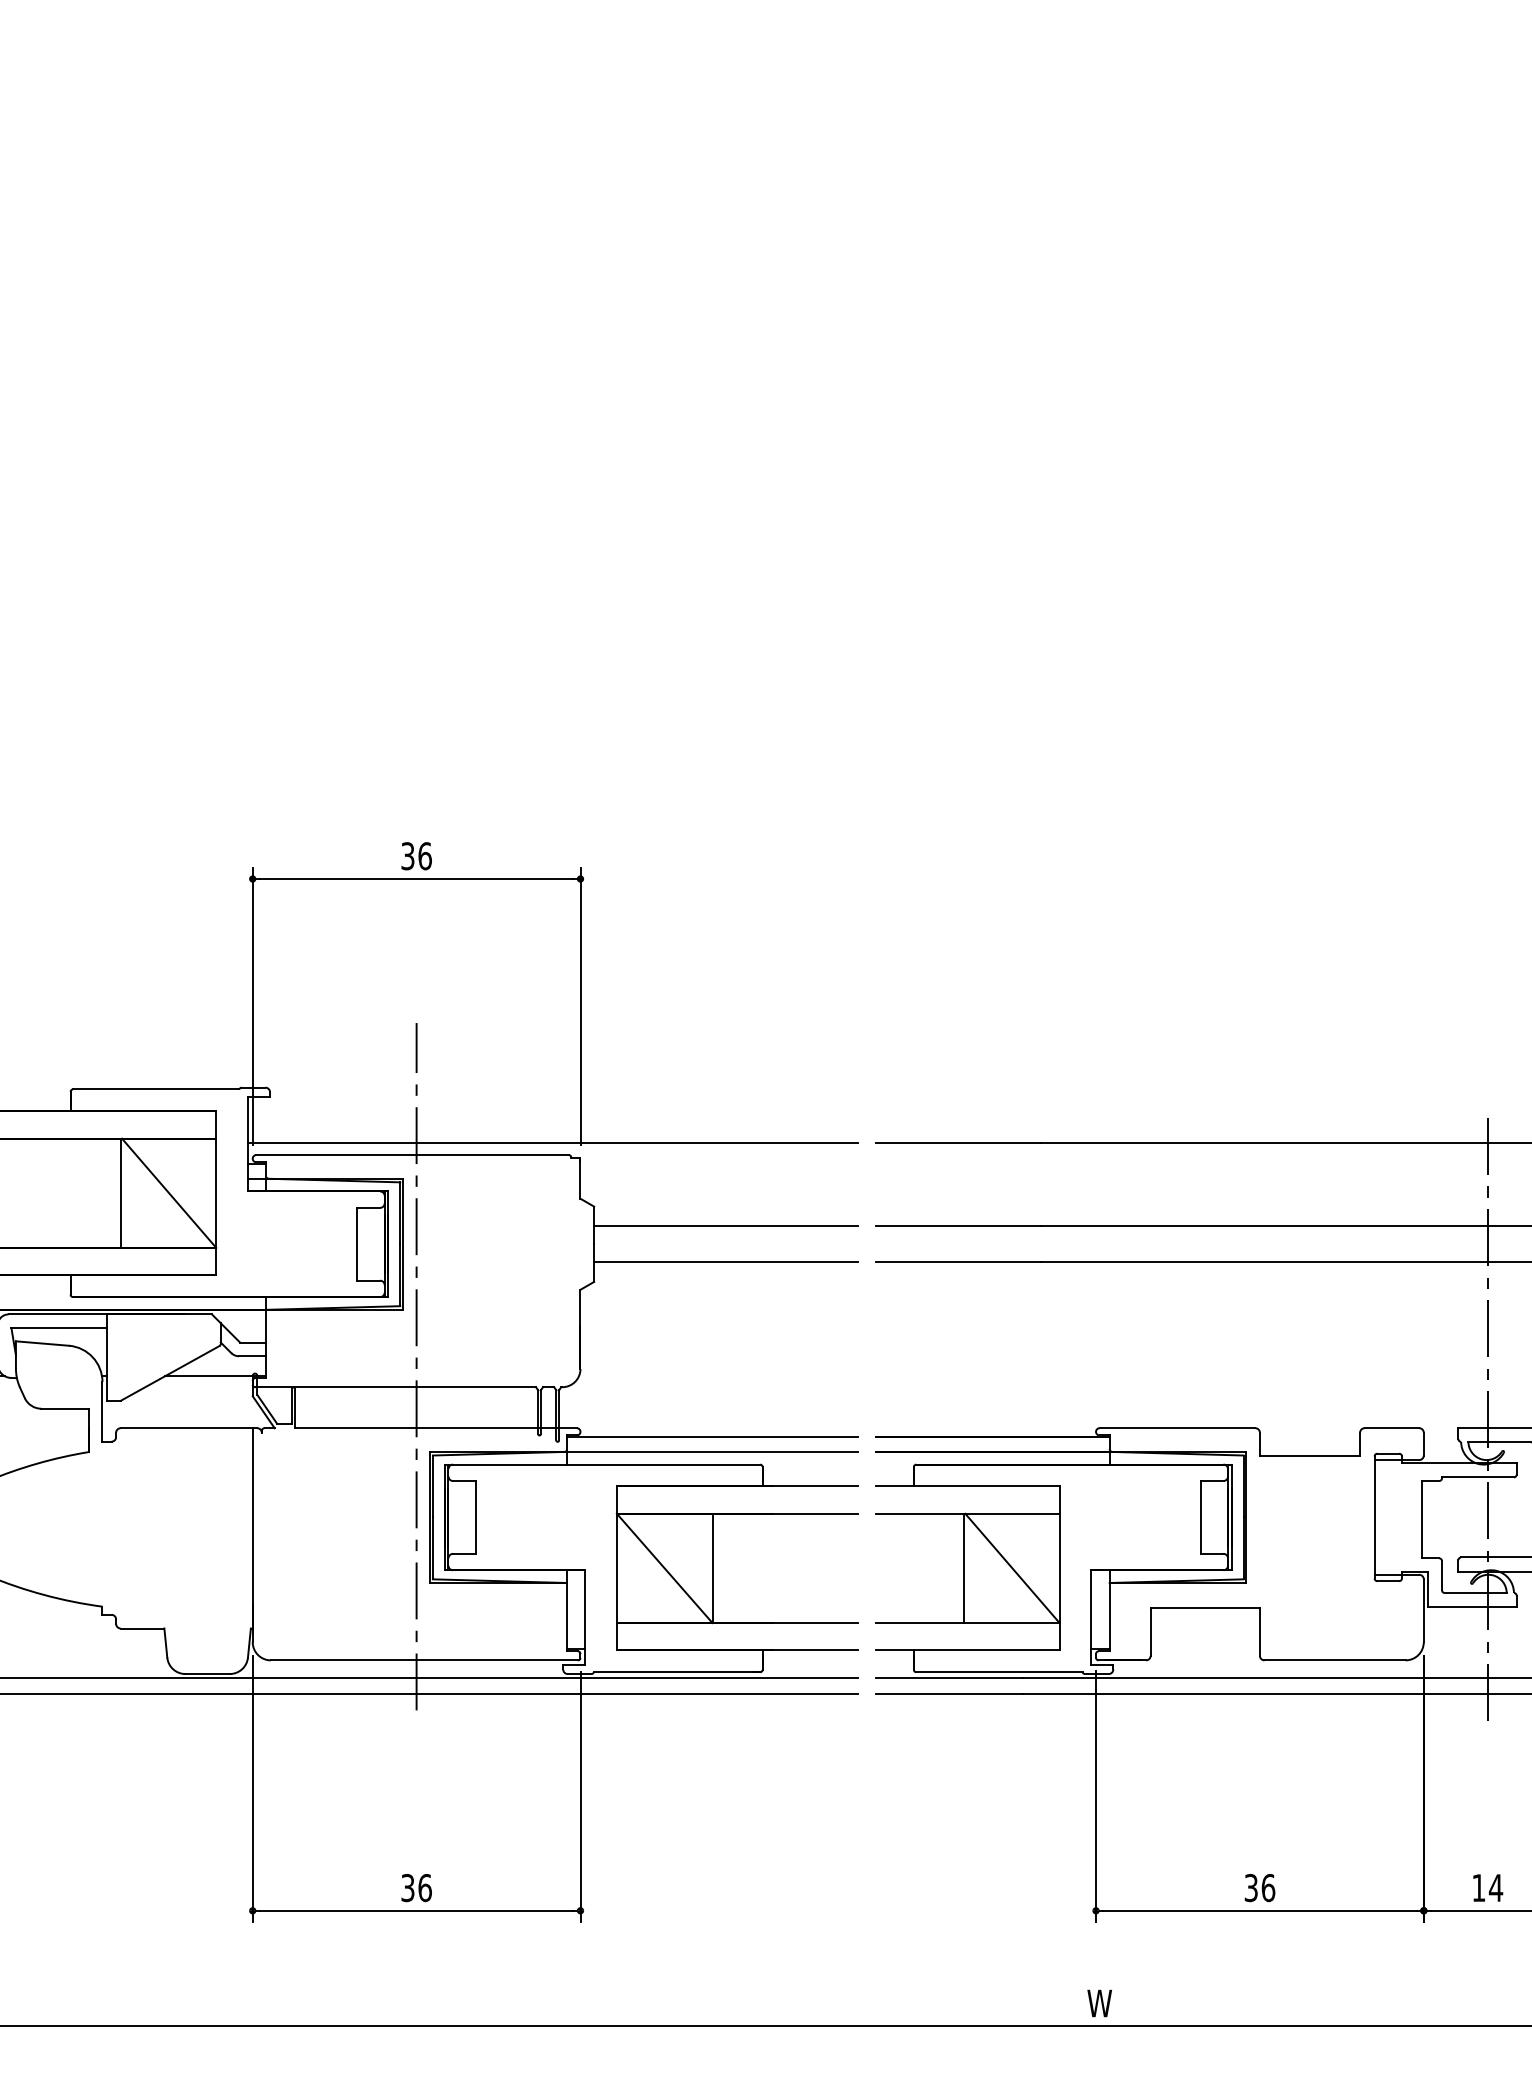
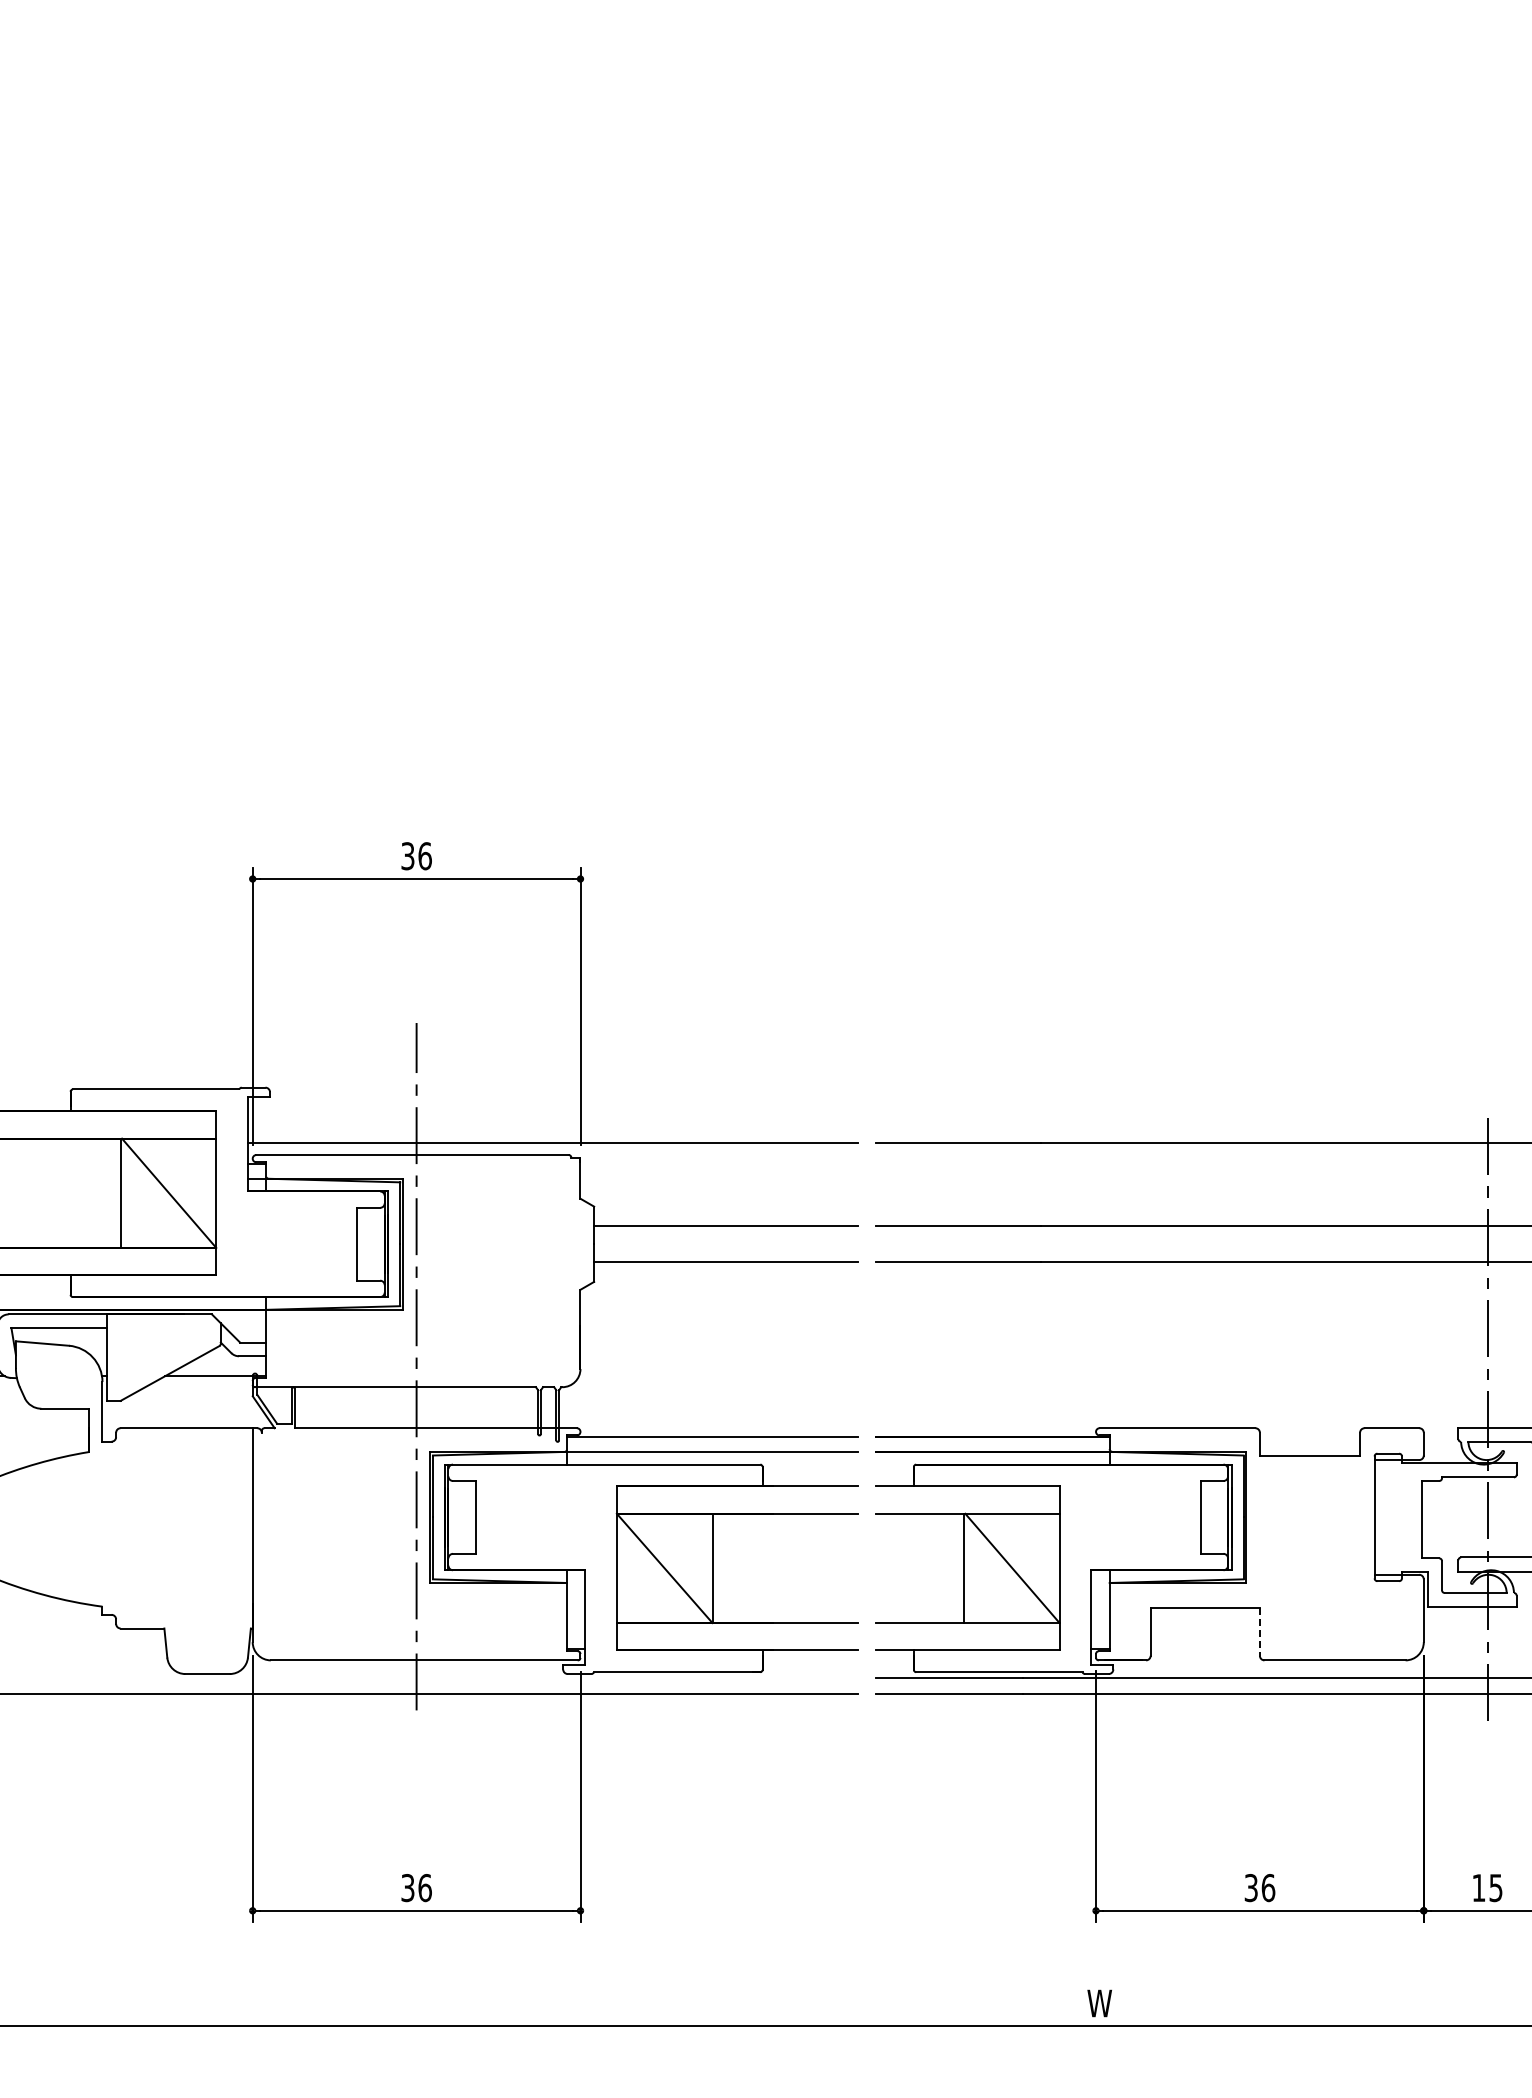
line at (1259, 1632): solid -> dashed
line at (429, 1677): present -> none
text at (1495, 1888): 14 -> 15
